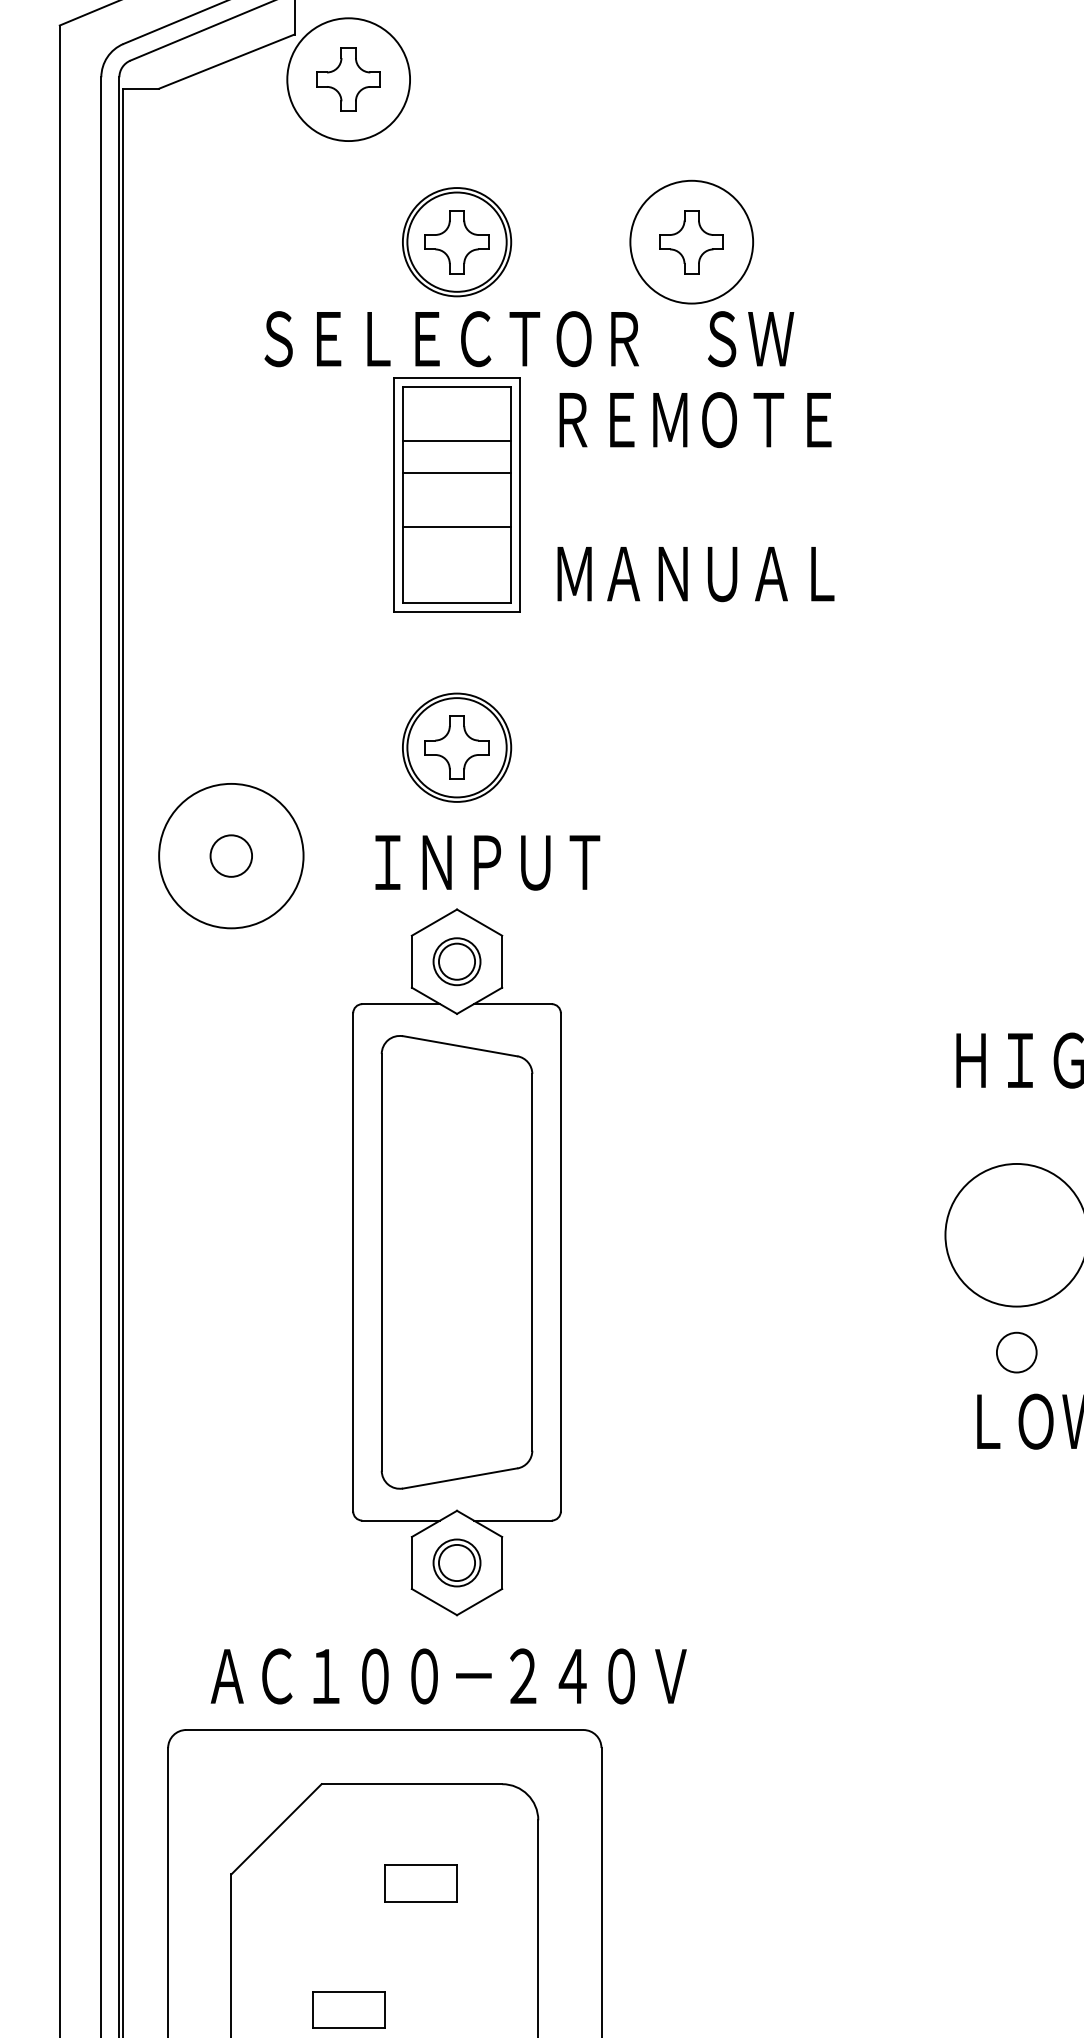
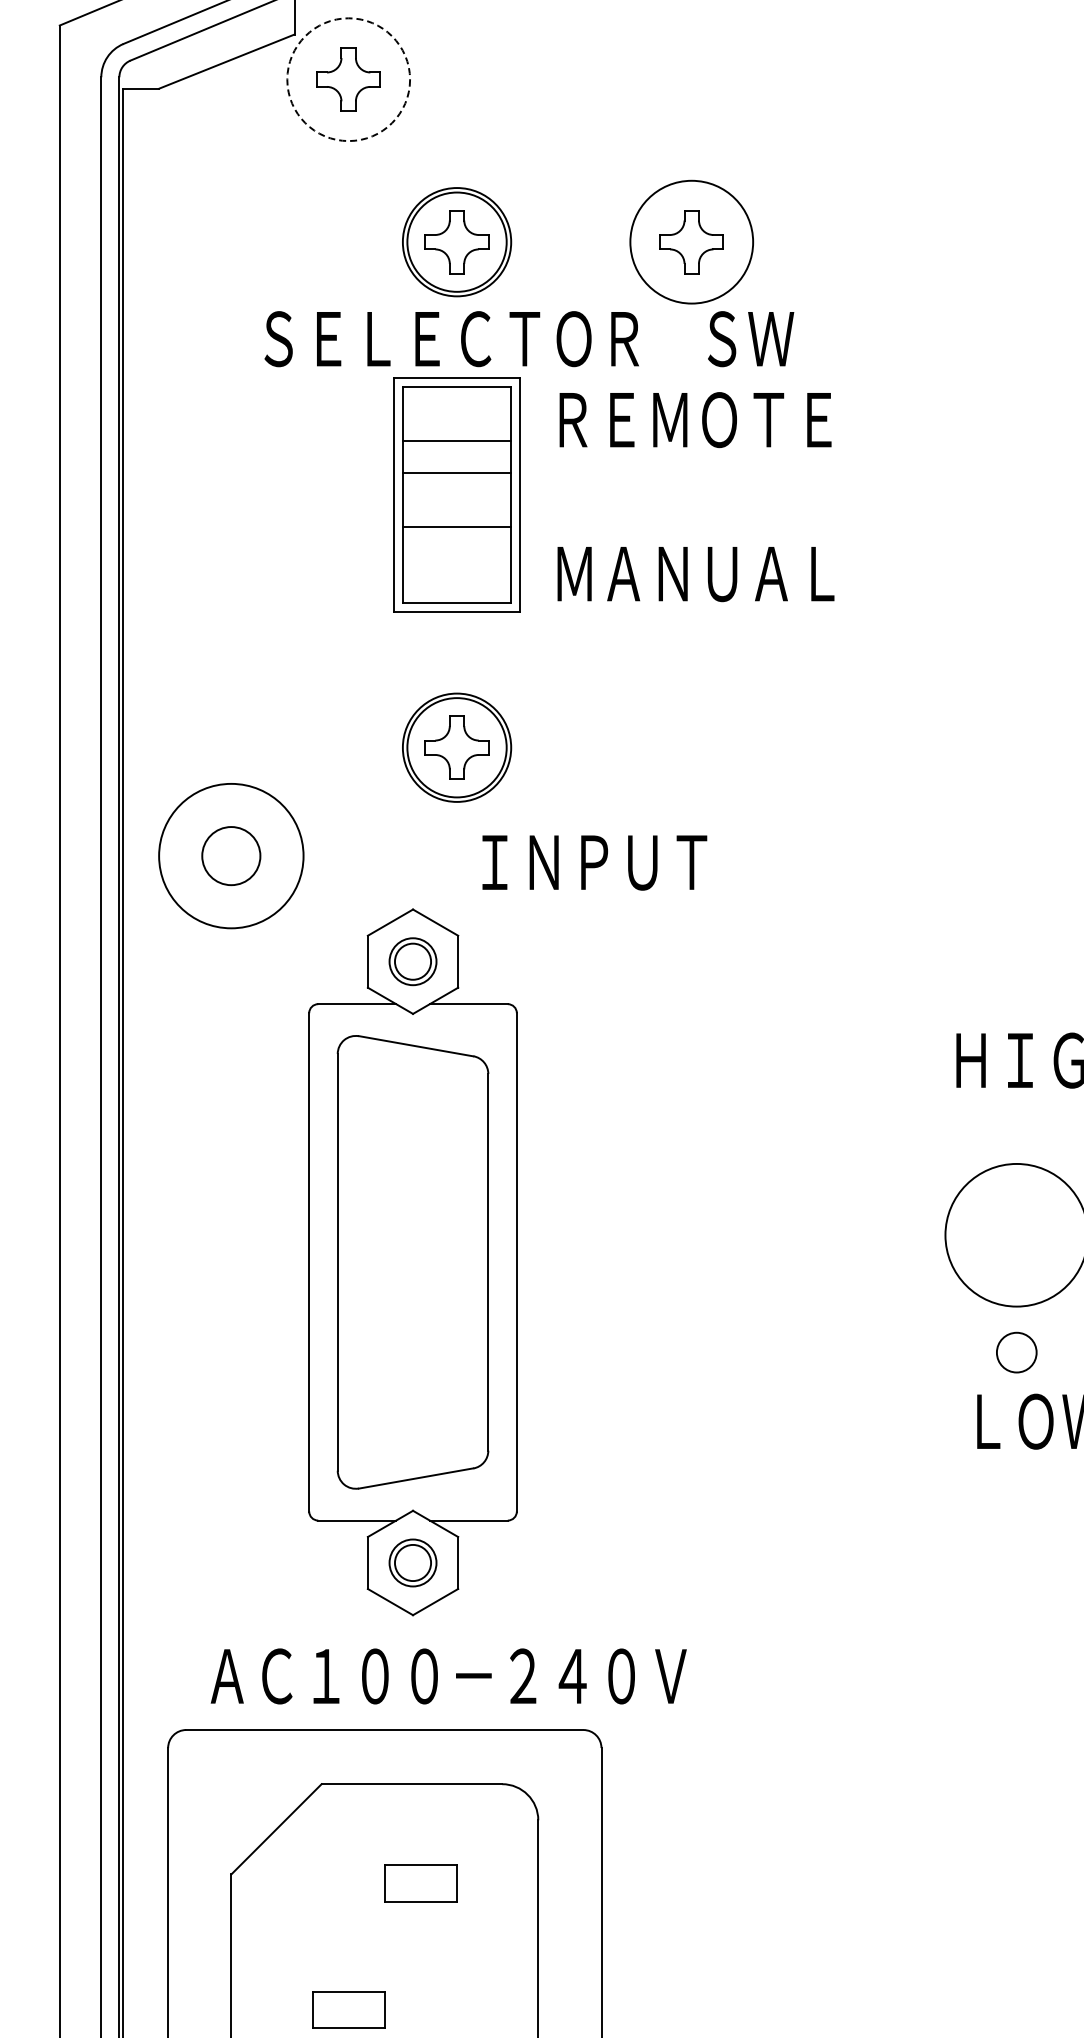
circle at (348, 79): solid -> dashed
circle at (231, 855) diameter: 42 px -> 58 px
text at (487, 862) position: (487, 862) -> (594, 862)
part at (456, 1262) position: (456, 1262) -> (412, 1262)
